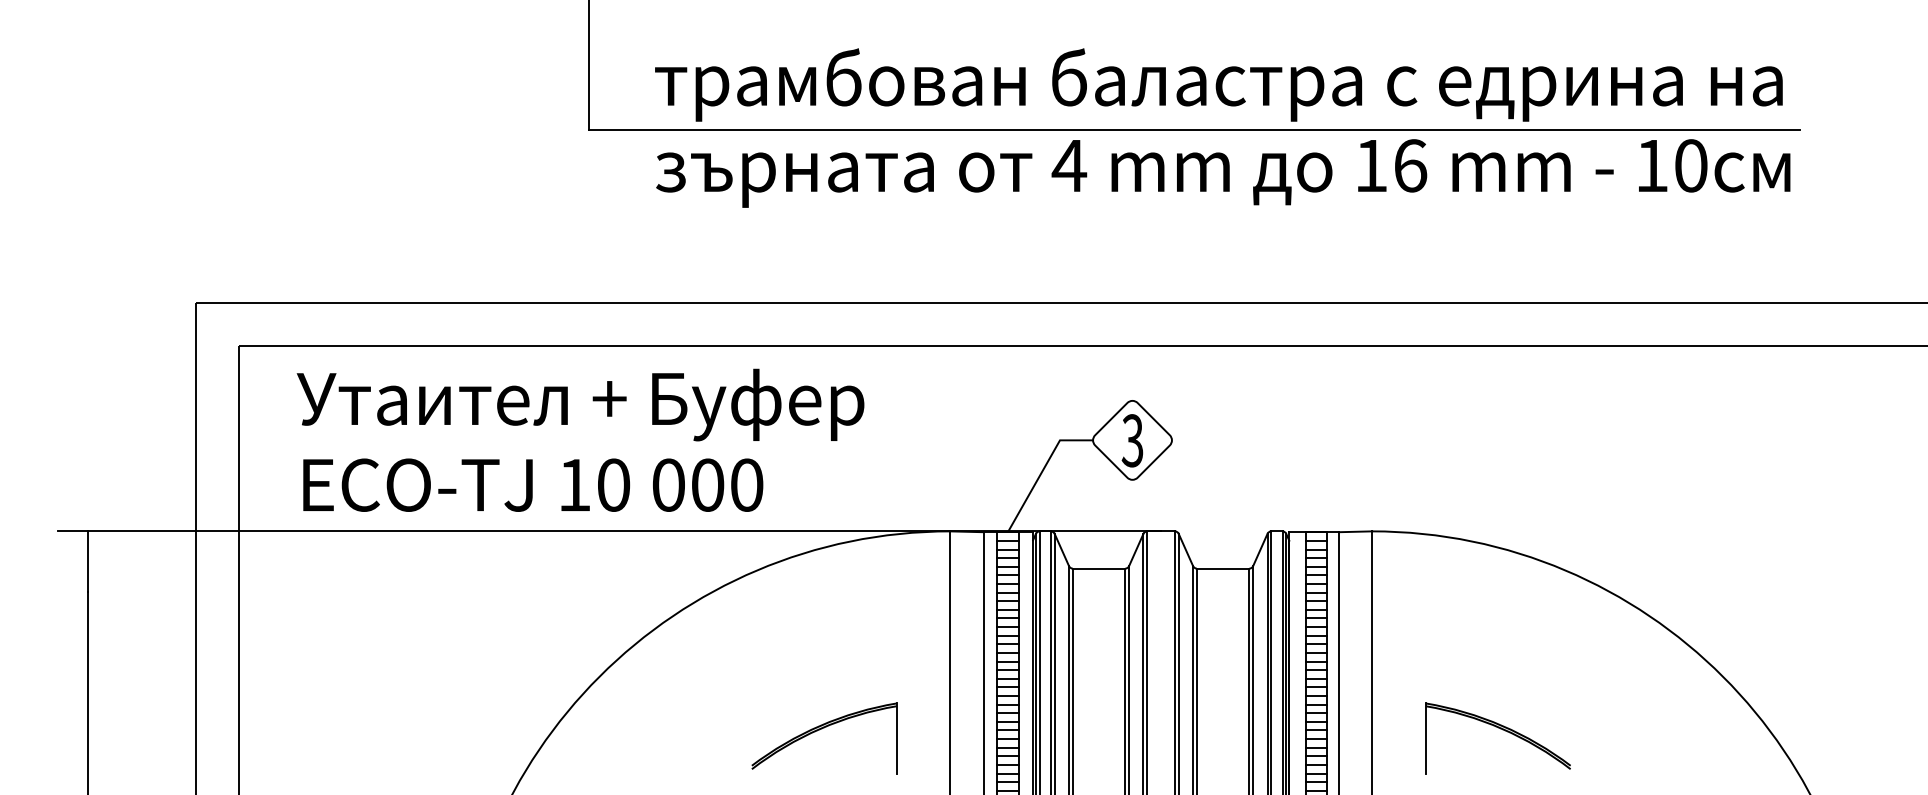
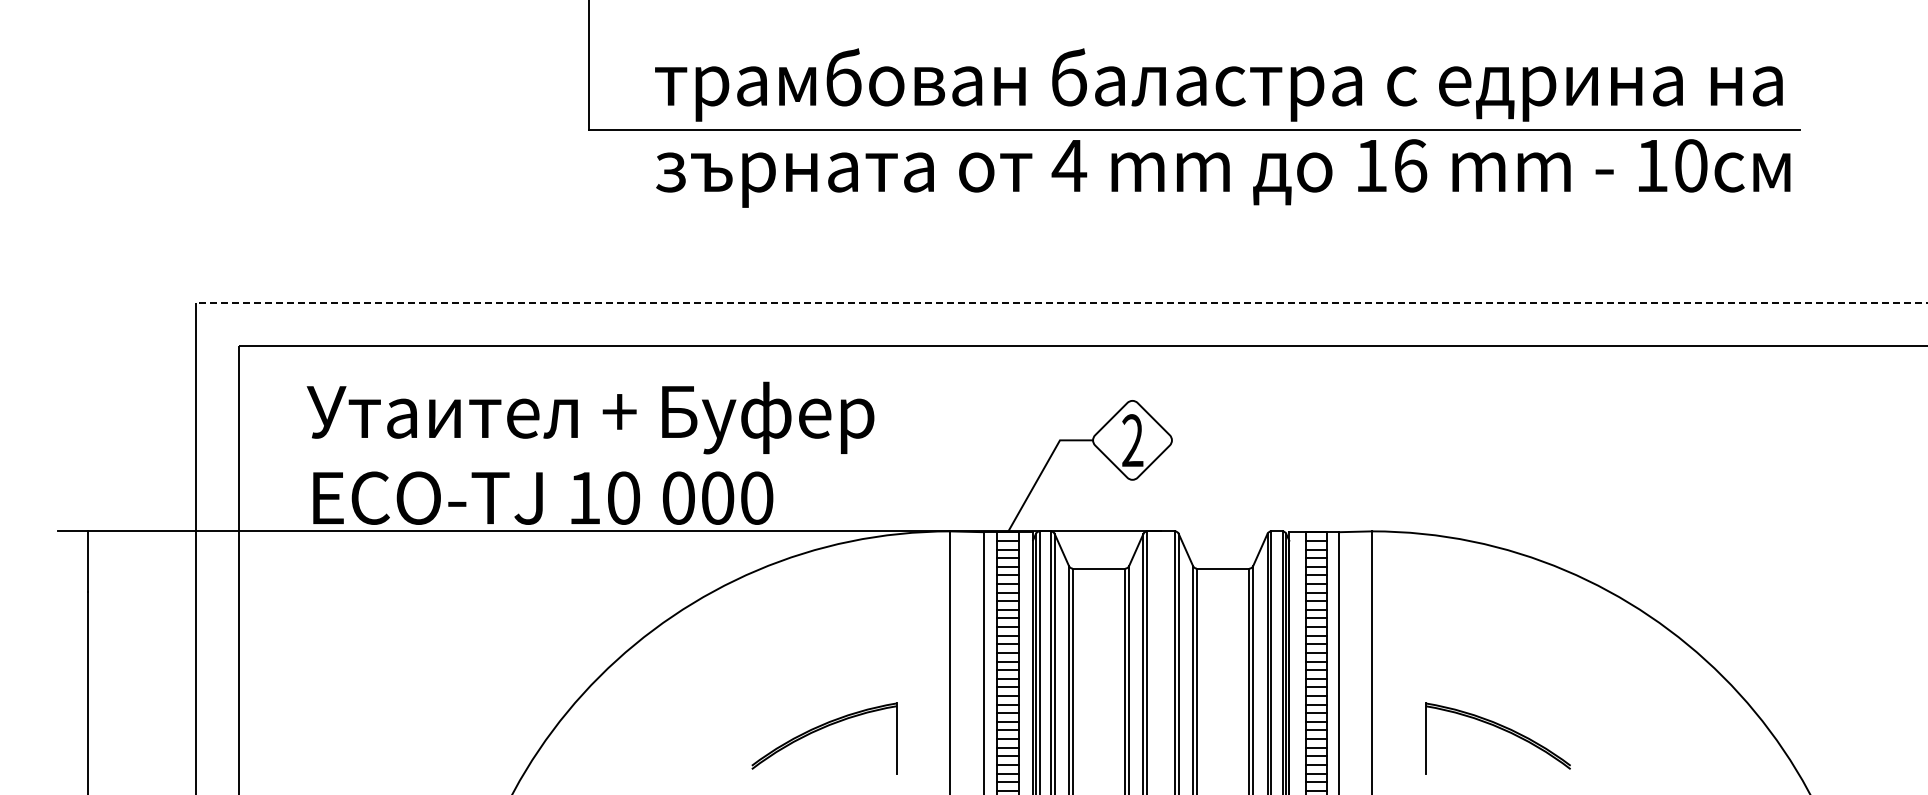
line at (1061, 303): solid -> dashed
text at (580, 439) position: (580, 439) -> (590, 452)
text at (1132, 440): 3 -> 2
